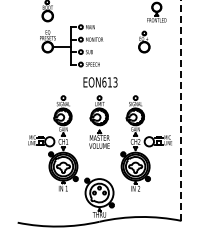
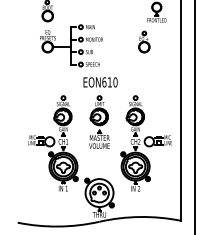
text at (115, 82): EON613 -> EON610
line at (181, 110): dashed -> solid
line at (195, 116): none -> present
